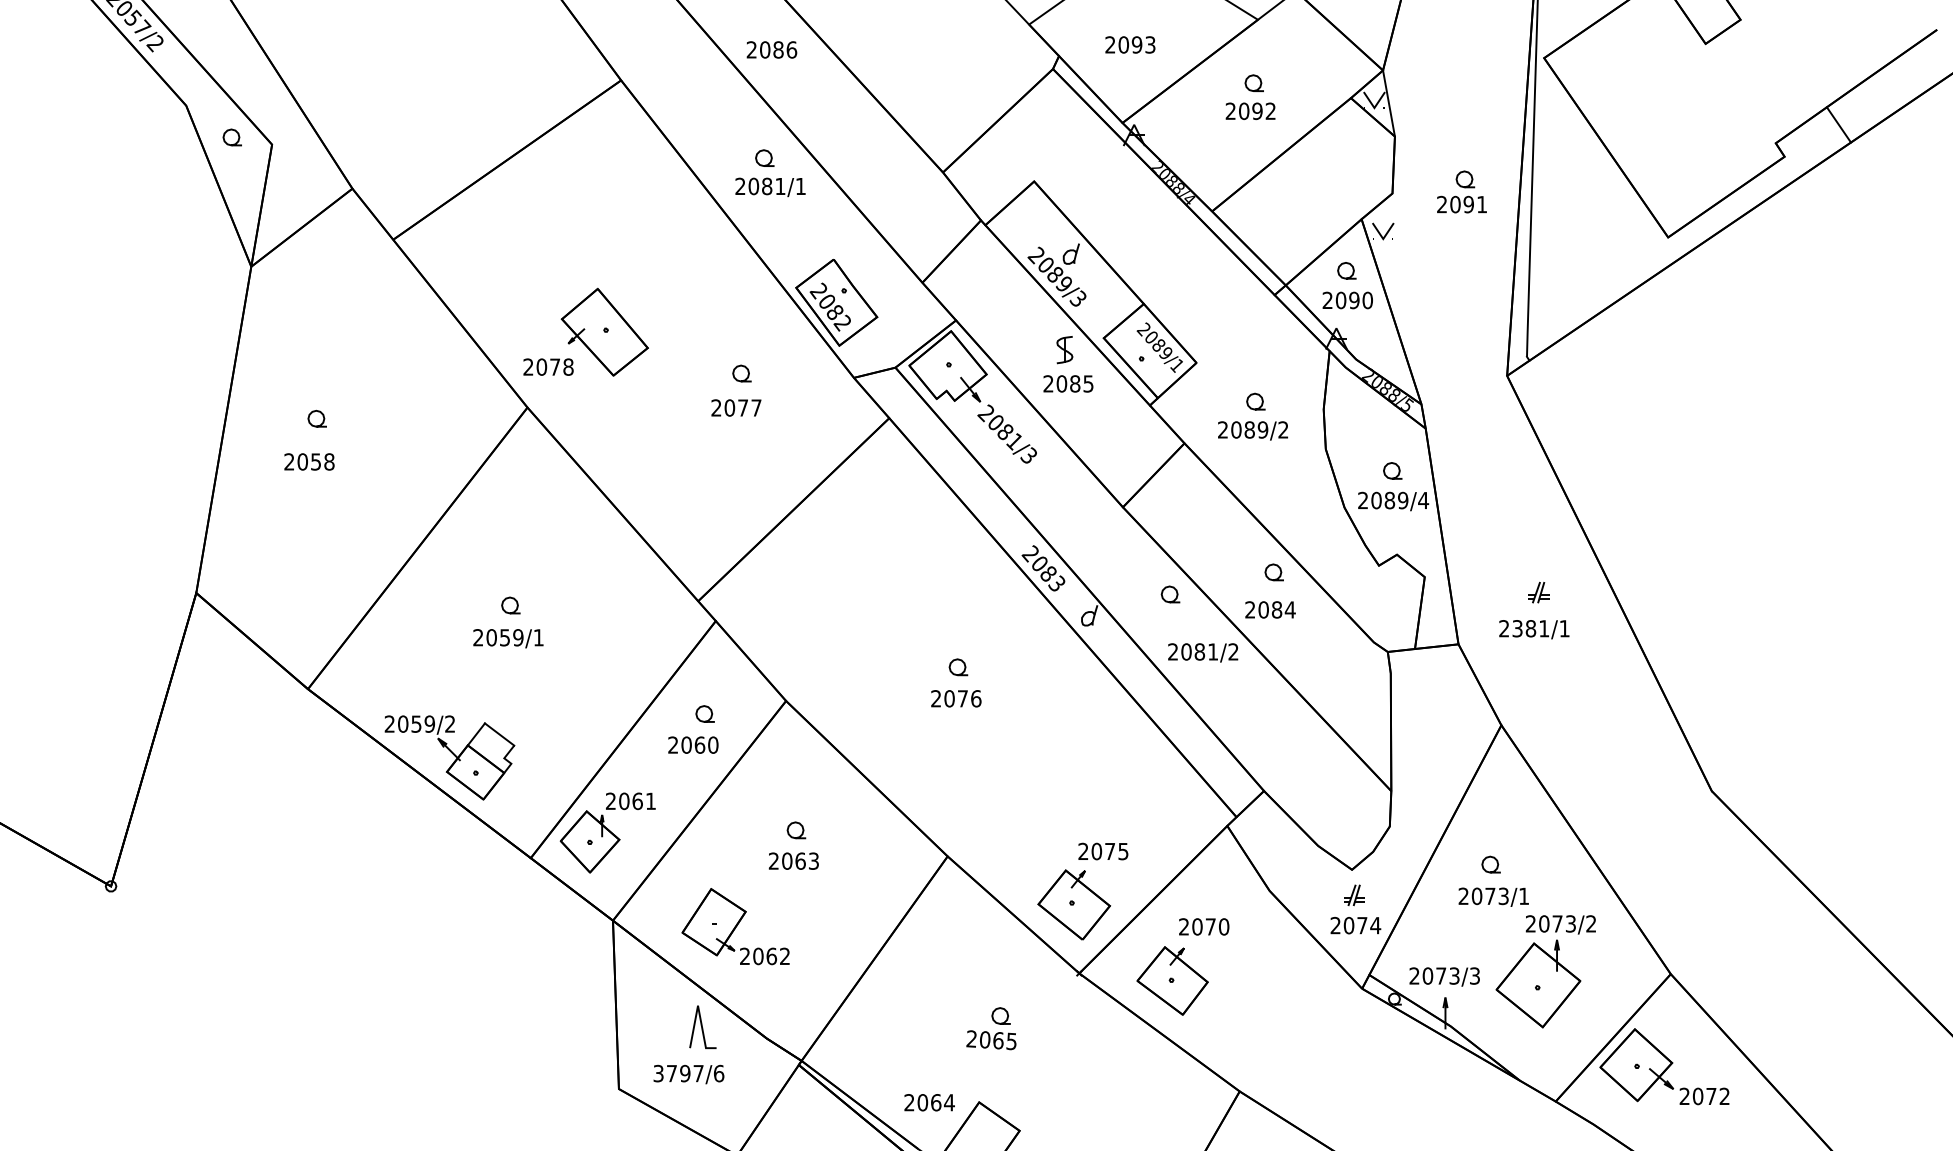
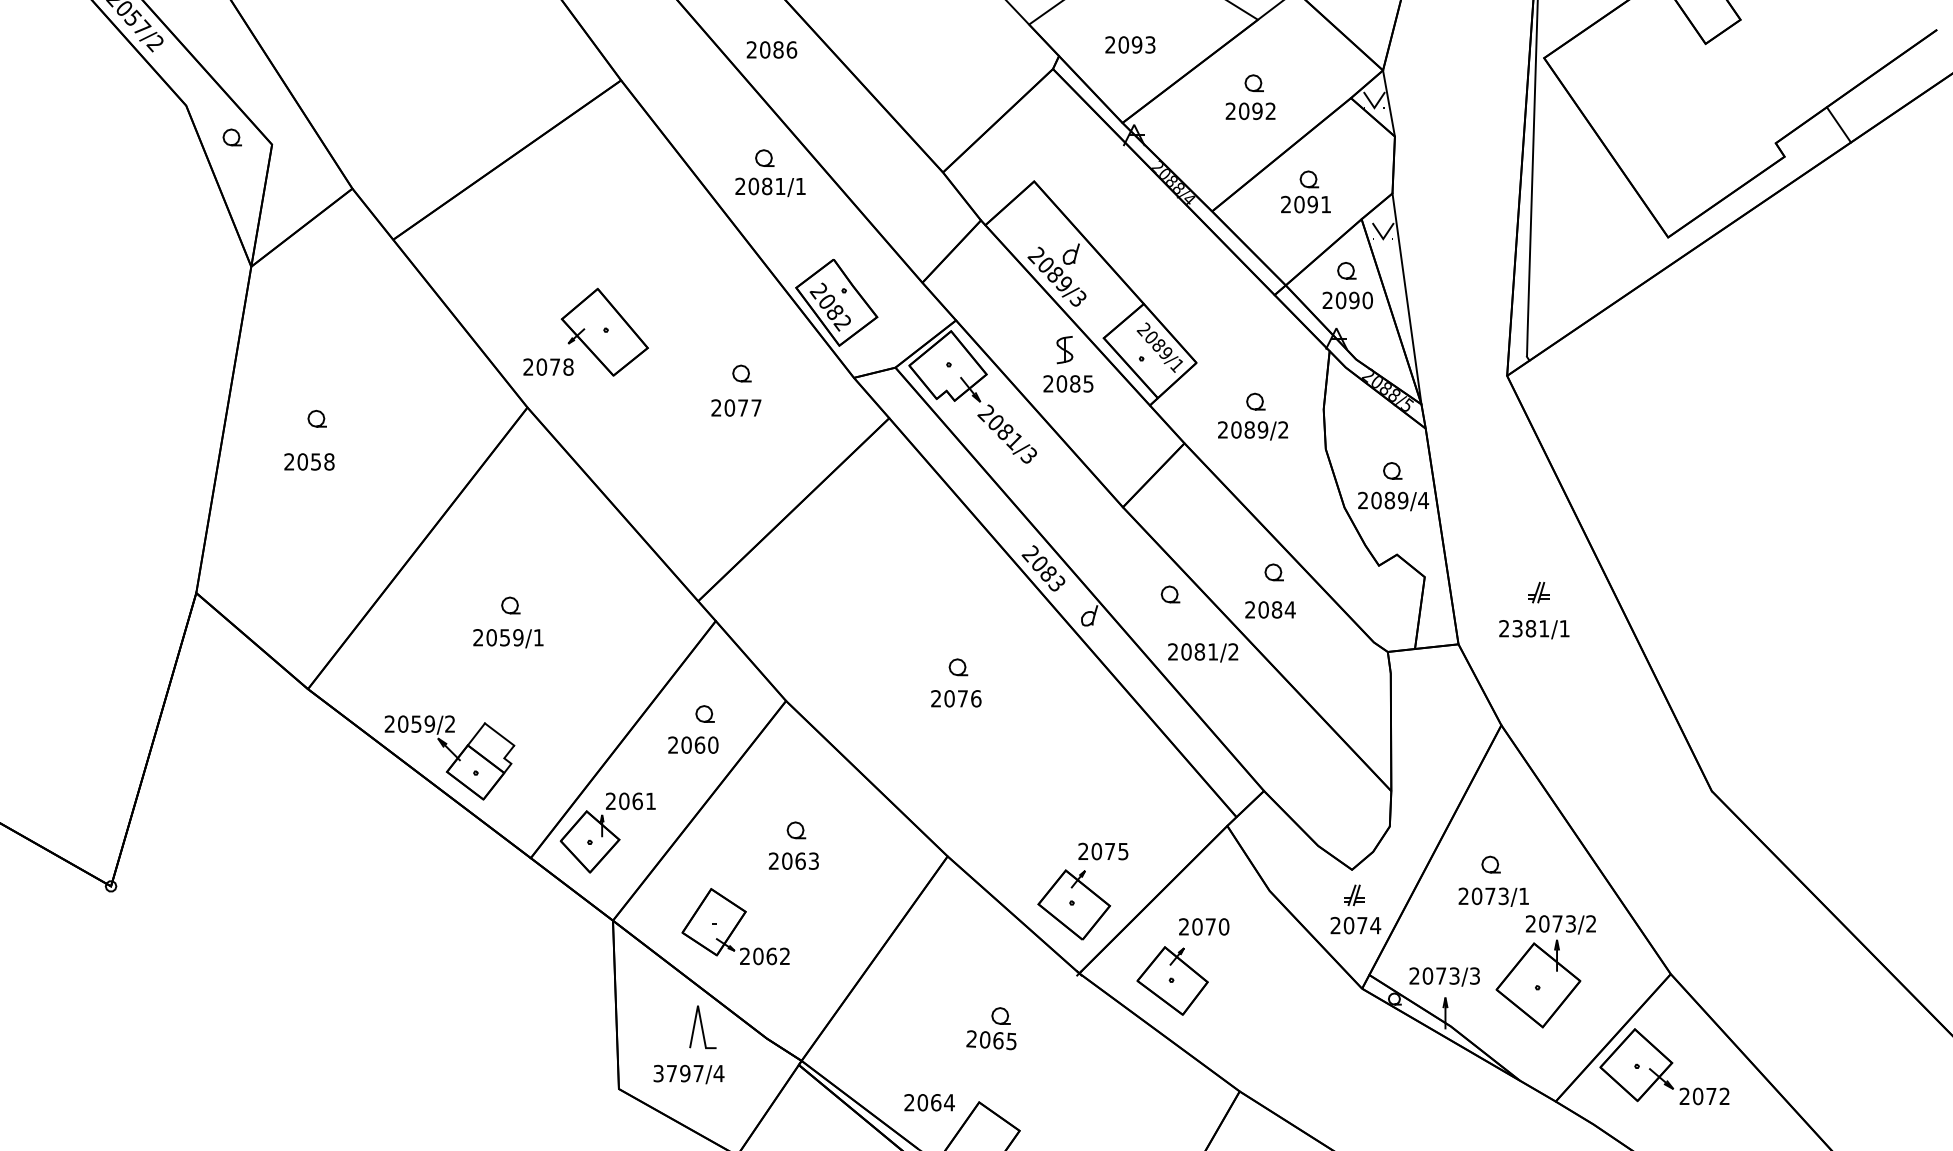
part at (1461, 191) position: (1461, 191) -> (1305, 191)
line at (1406, 298): none -> present
text at (718, 1073): 3797/6 -> 3797/4
